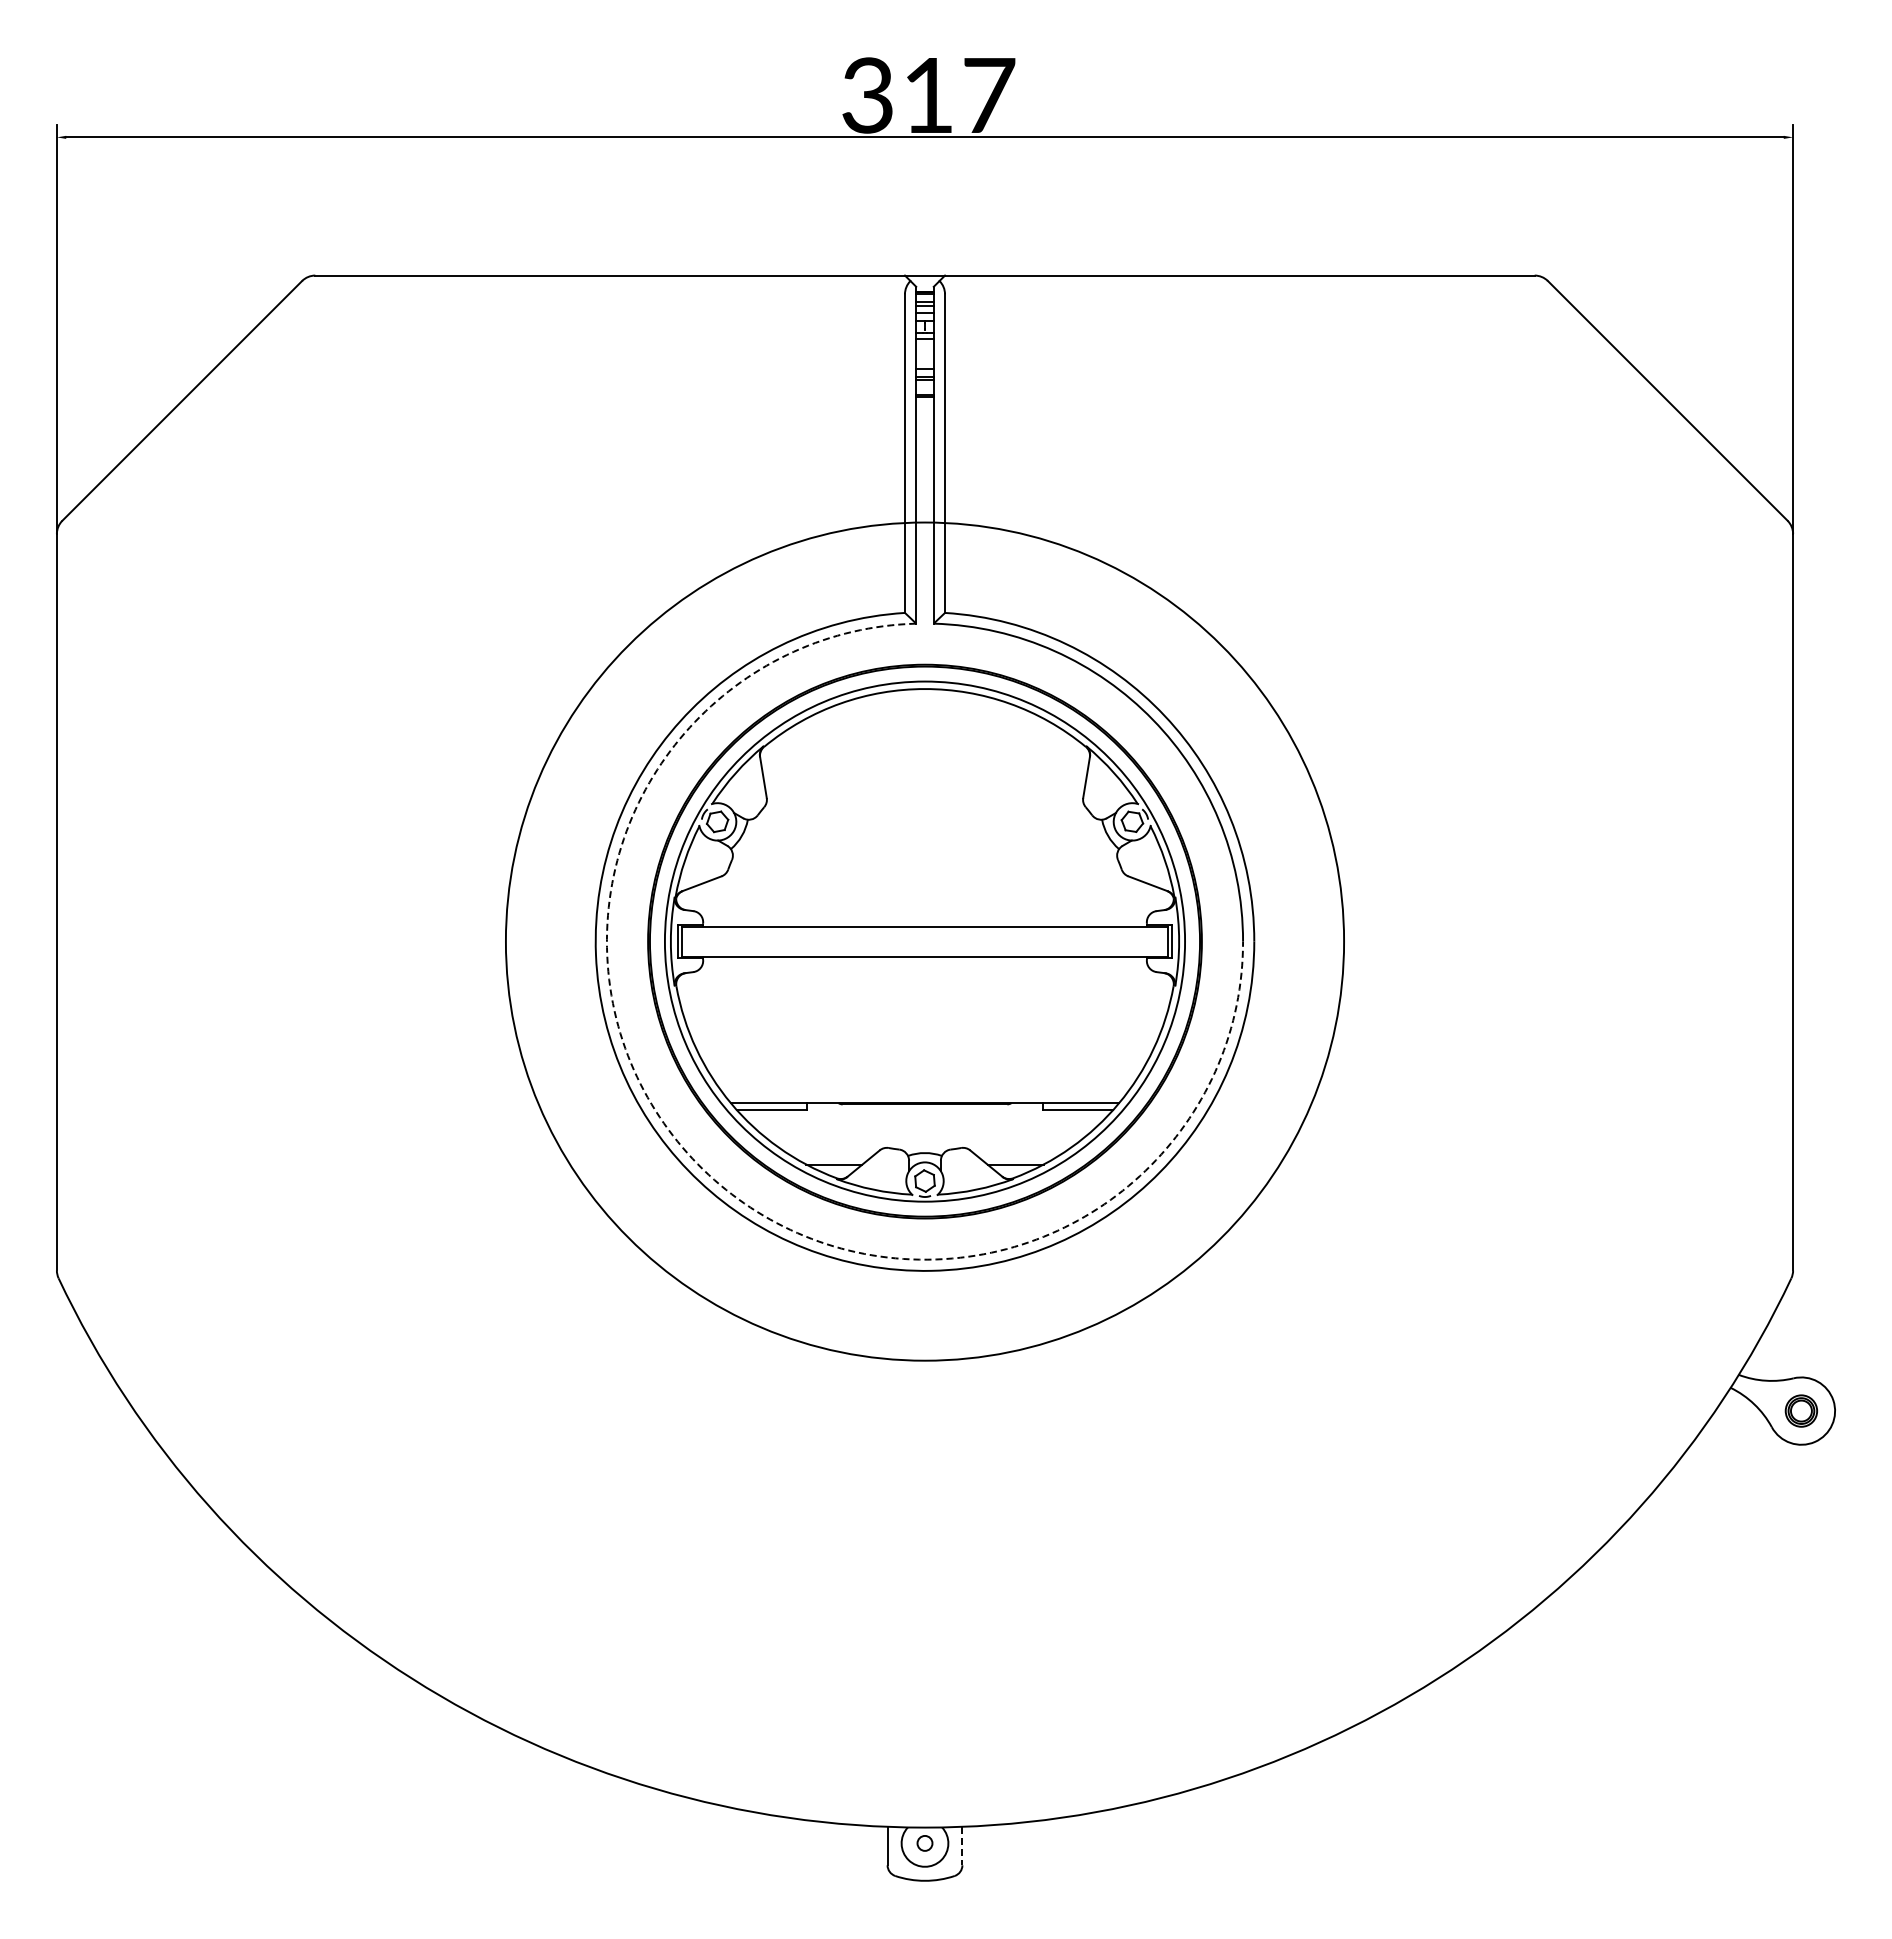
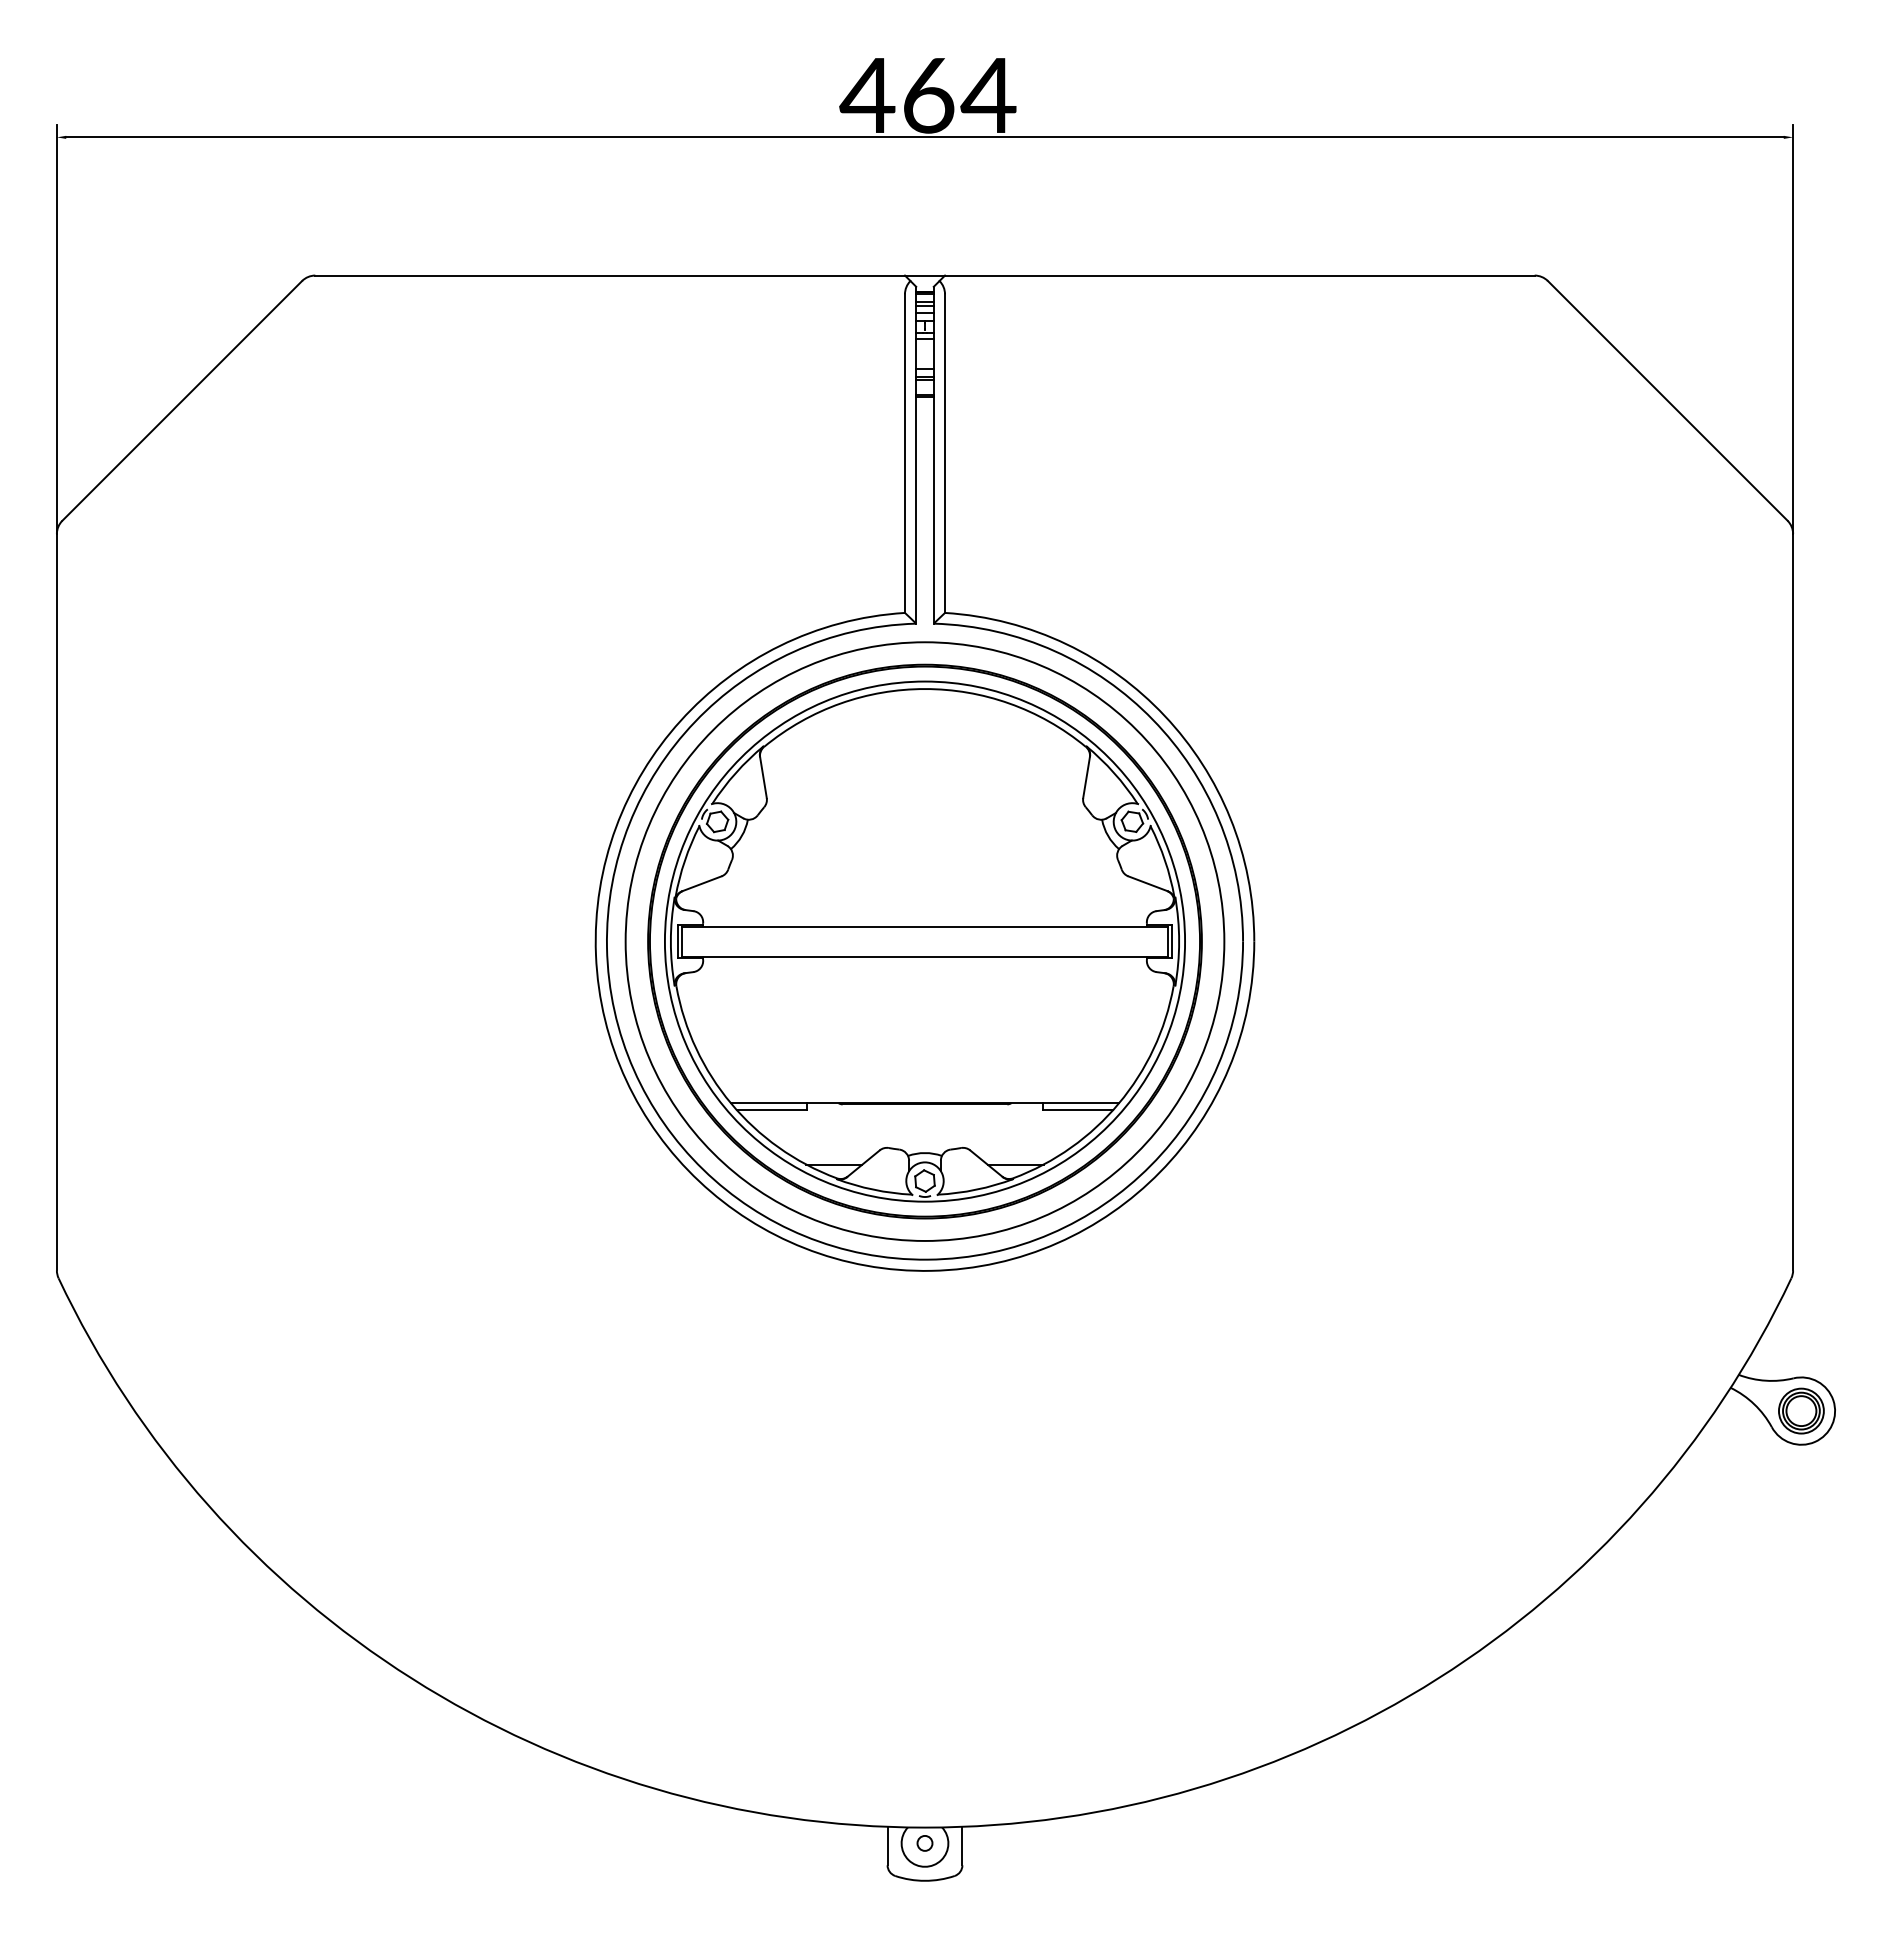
text at (927, 95): 317 -> 464
circle at (924, 941) diameter: 838 px -> 599 px
arc at (703, 1169): dashed -> solid
part at (1800, 1410) size: 34x34 px -> 47x48 px
line at (962, 1846): dashed -> solid
